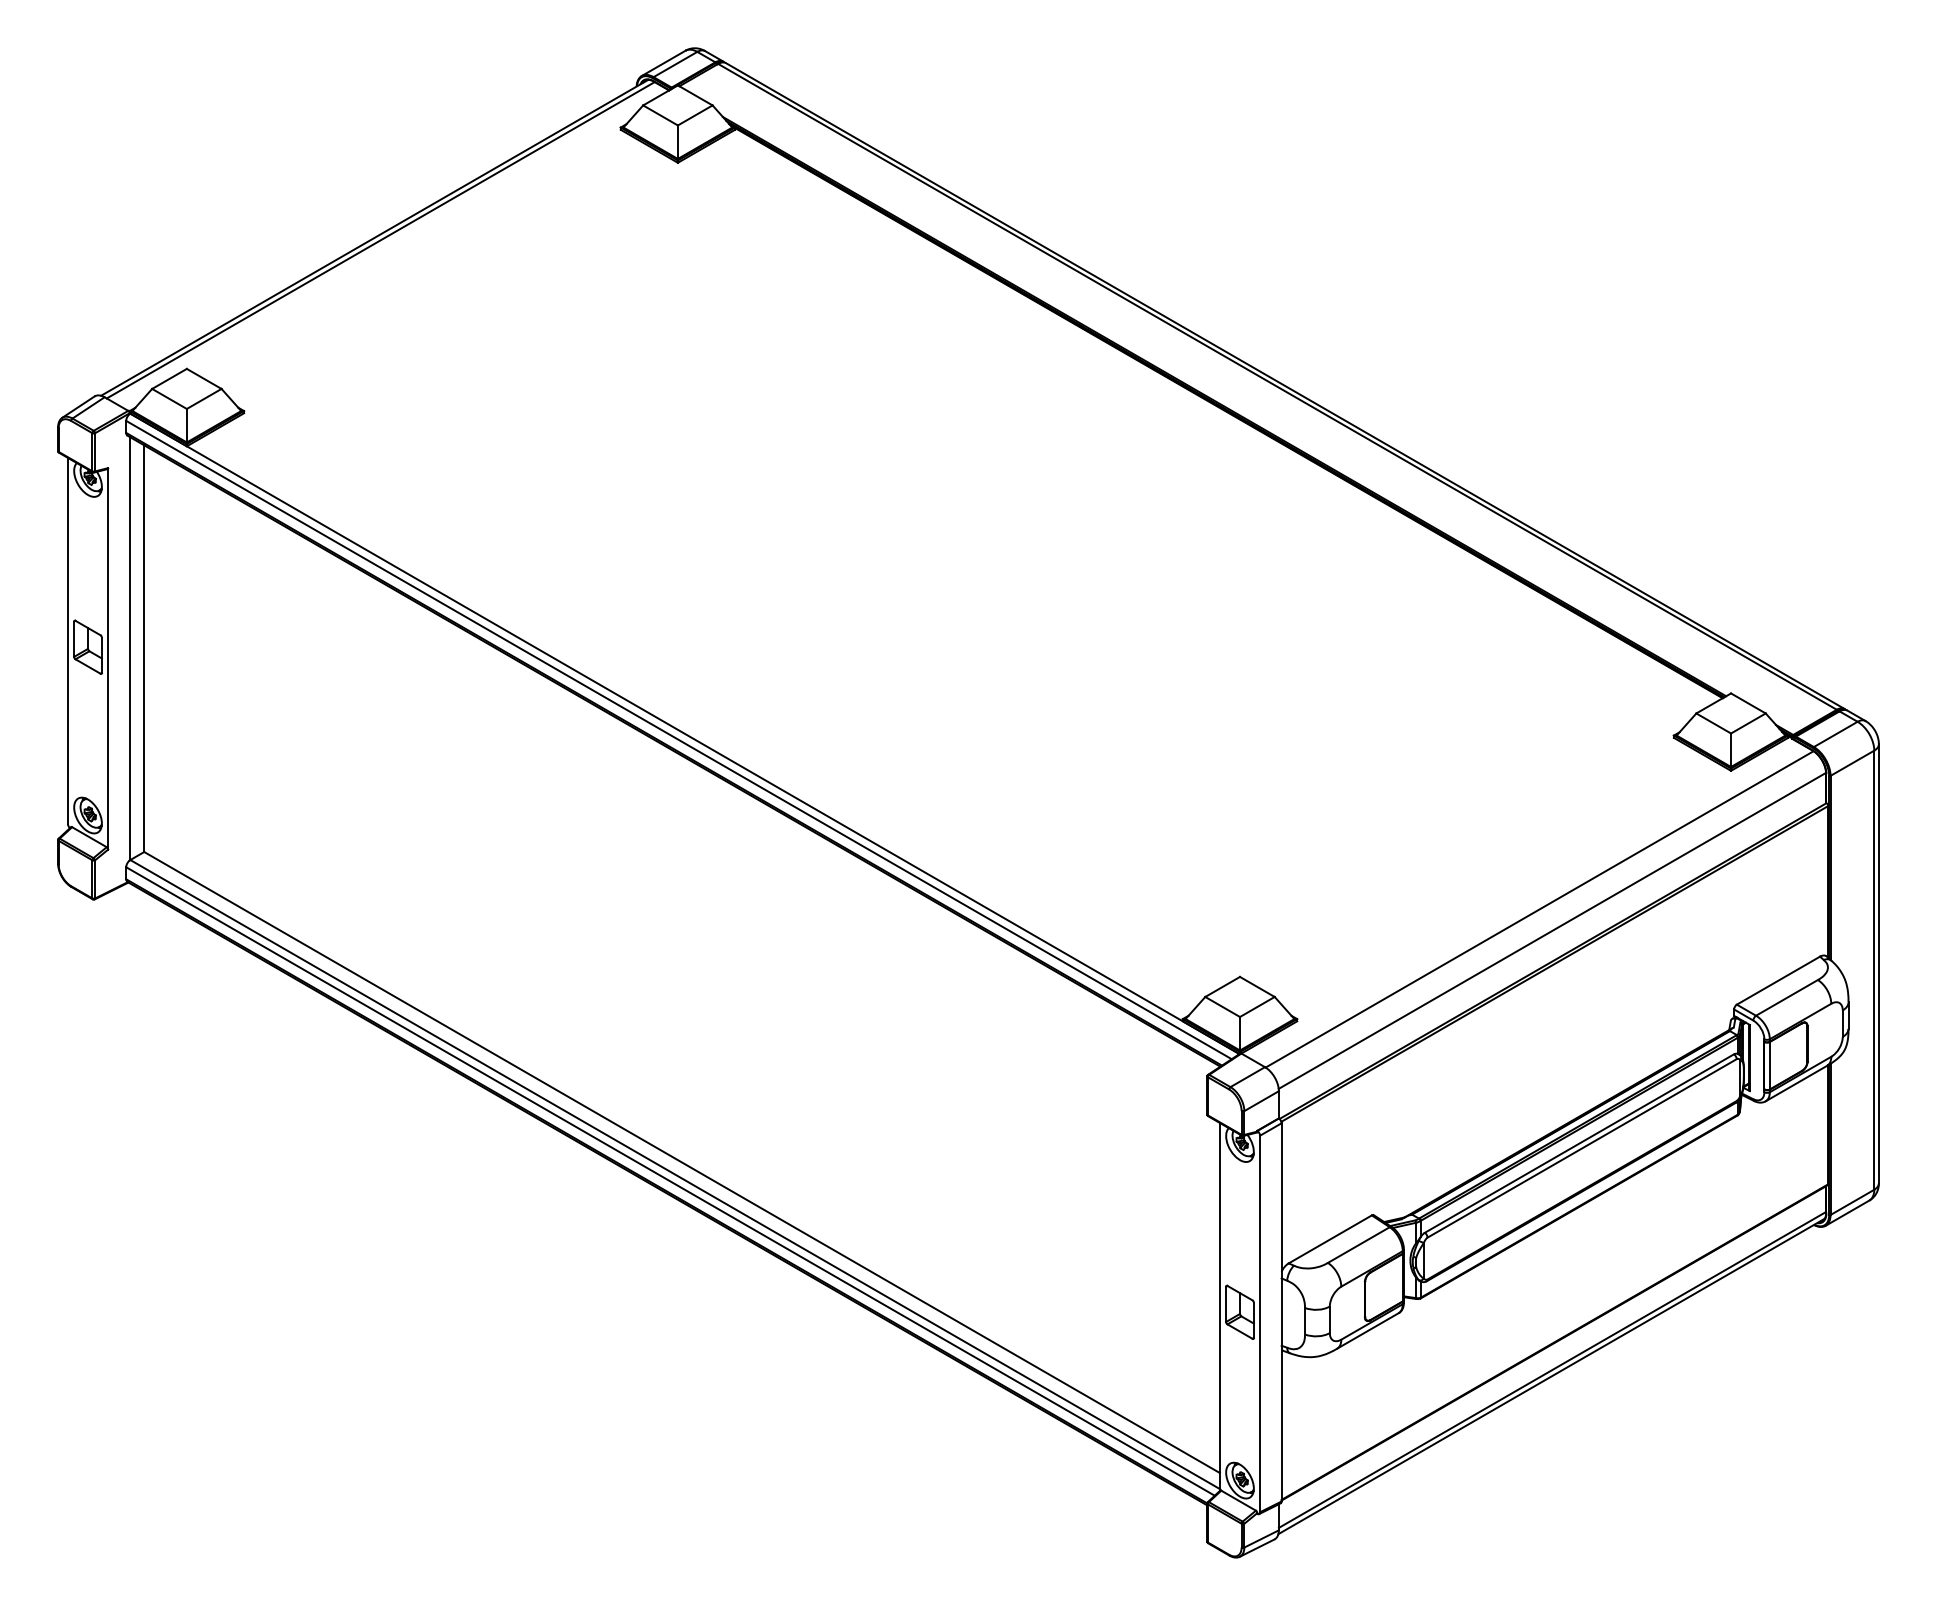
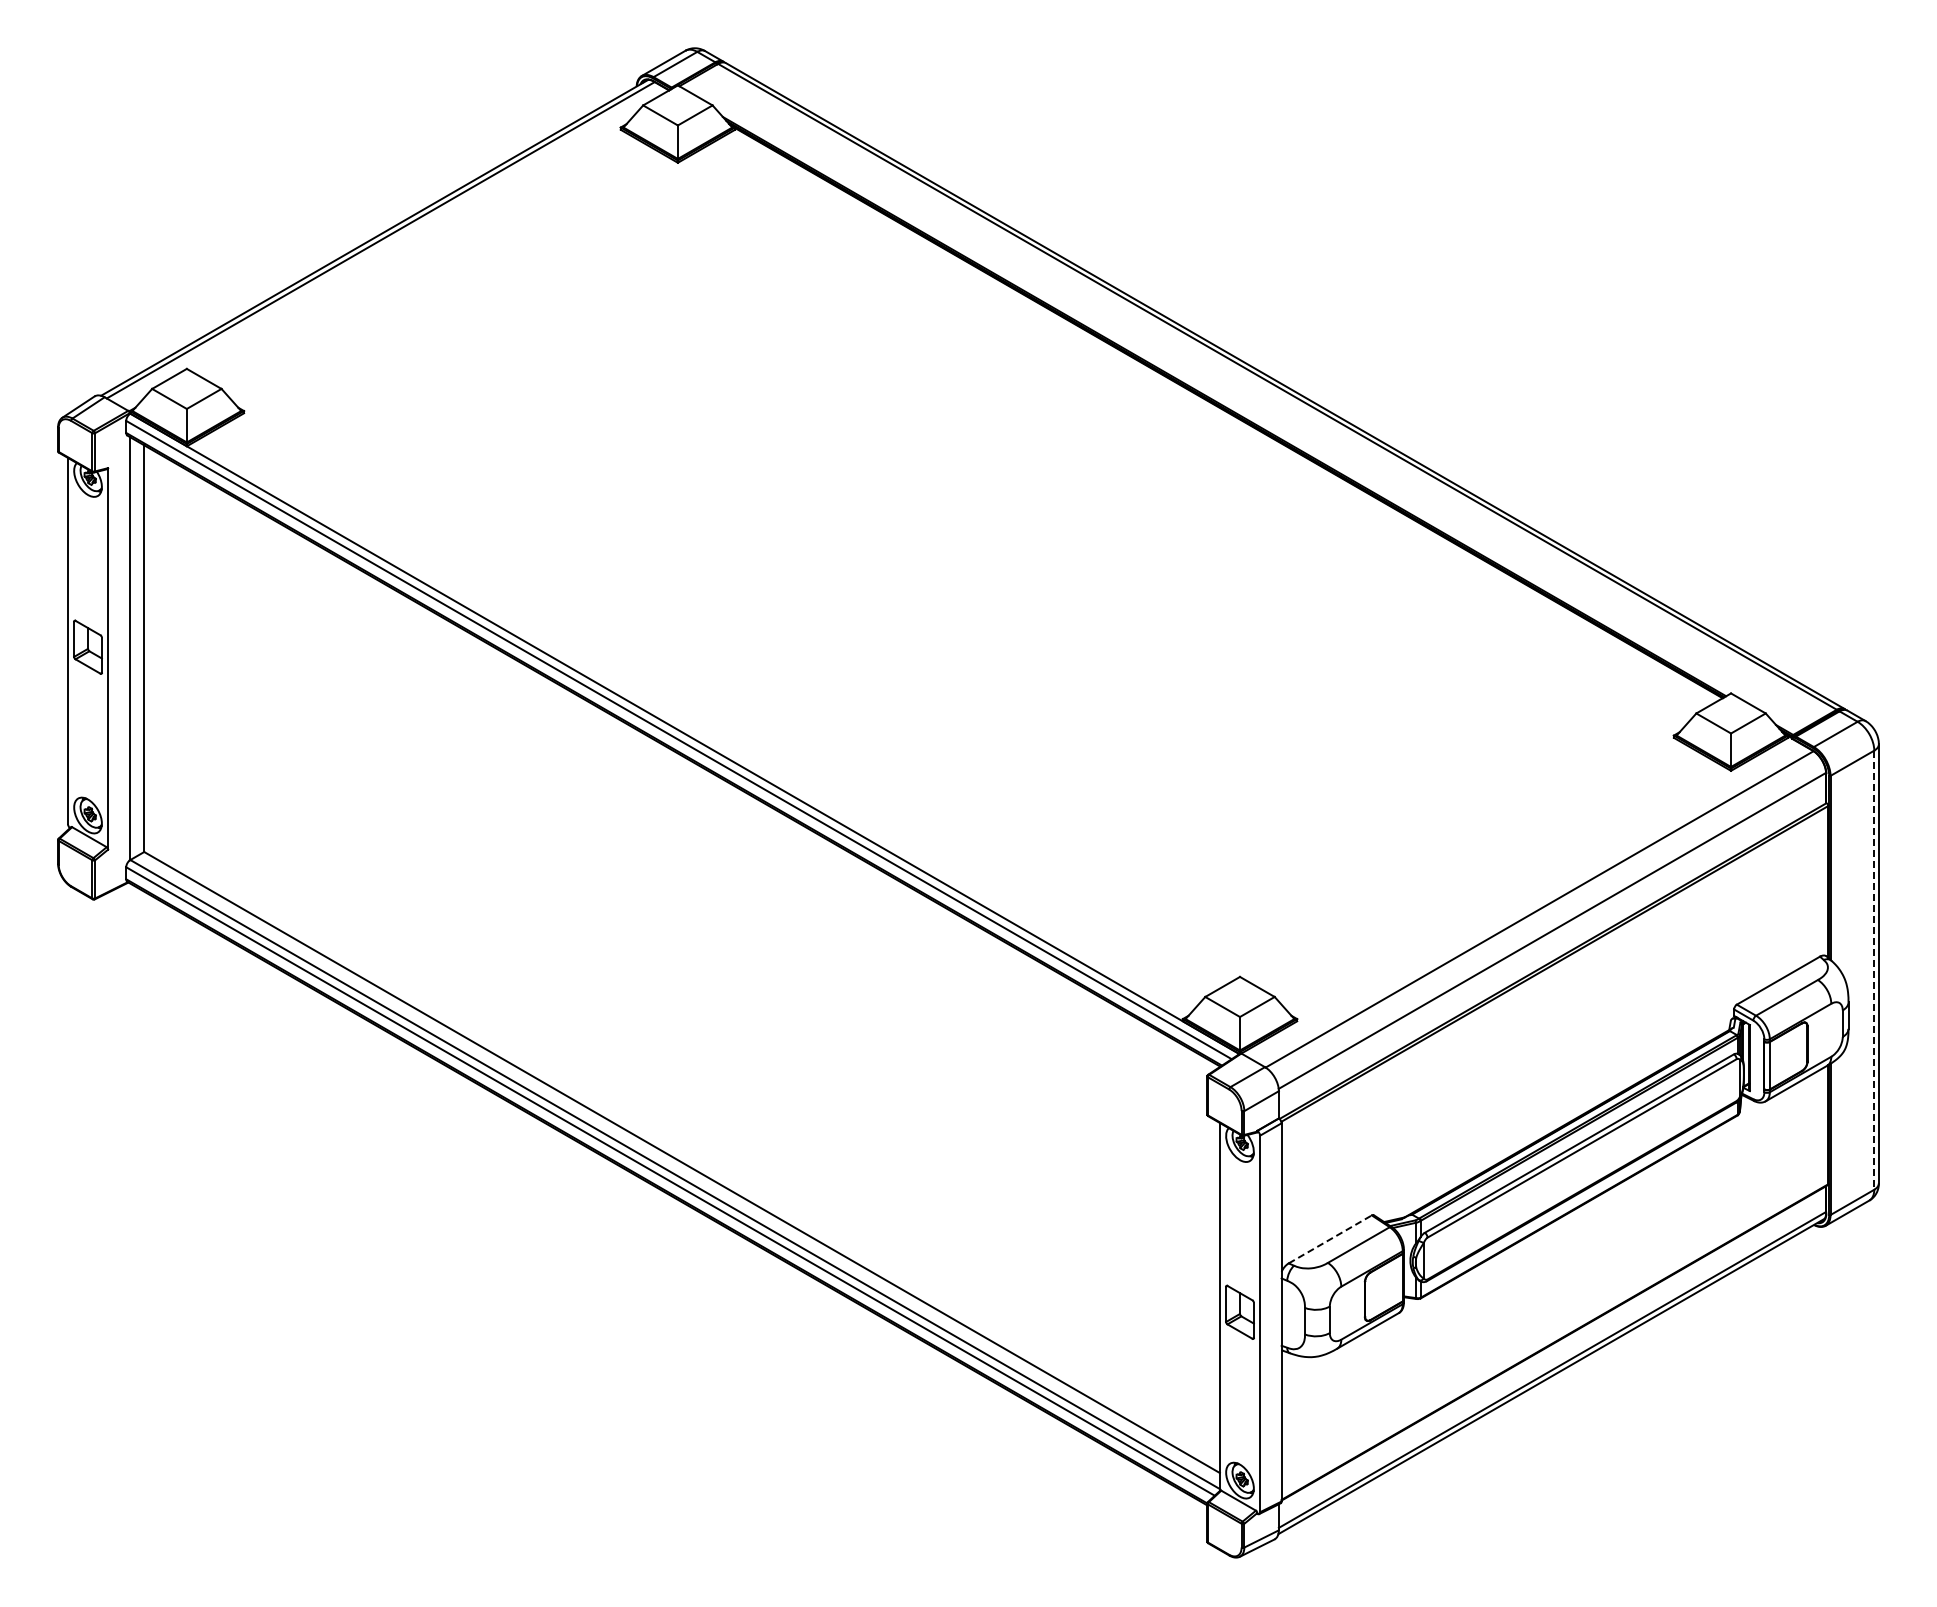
line at (1874, 970): solid -> dashed
line at (1330, 1239): solid -> dashed
